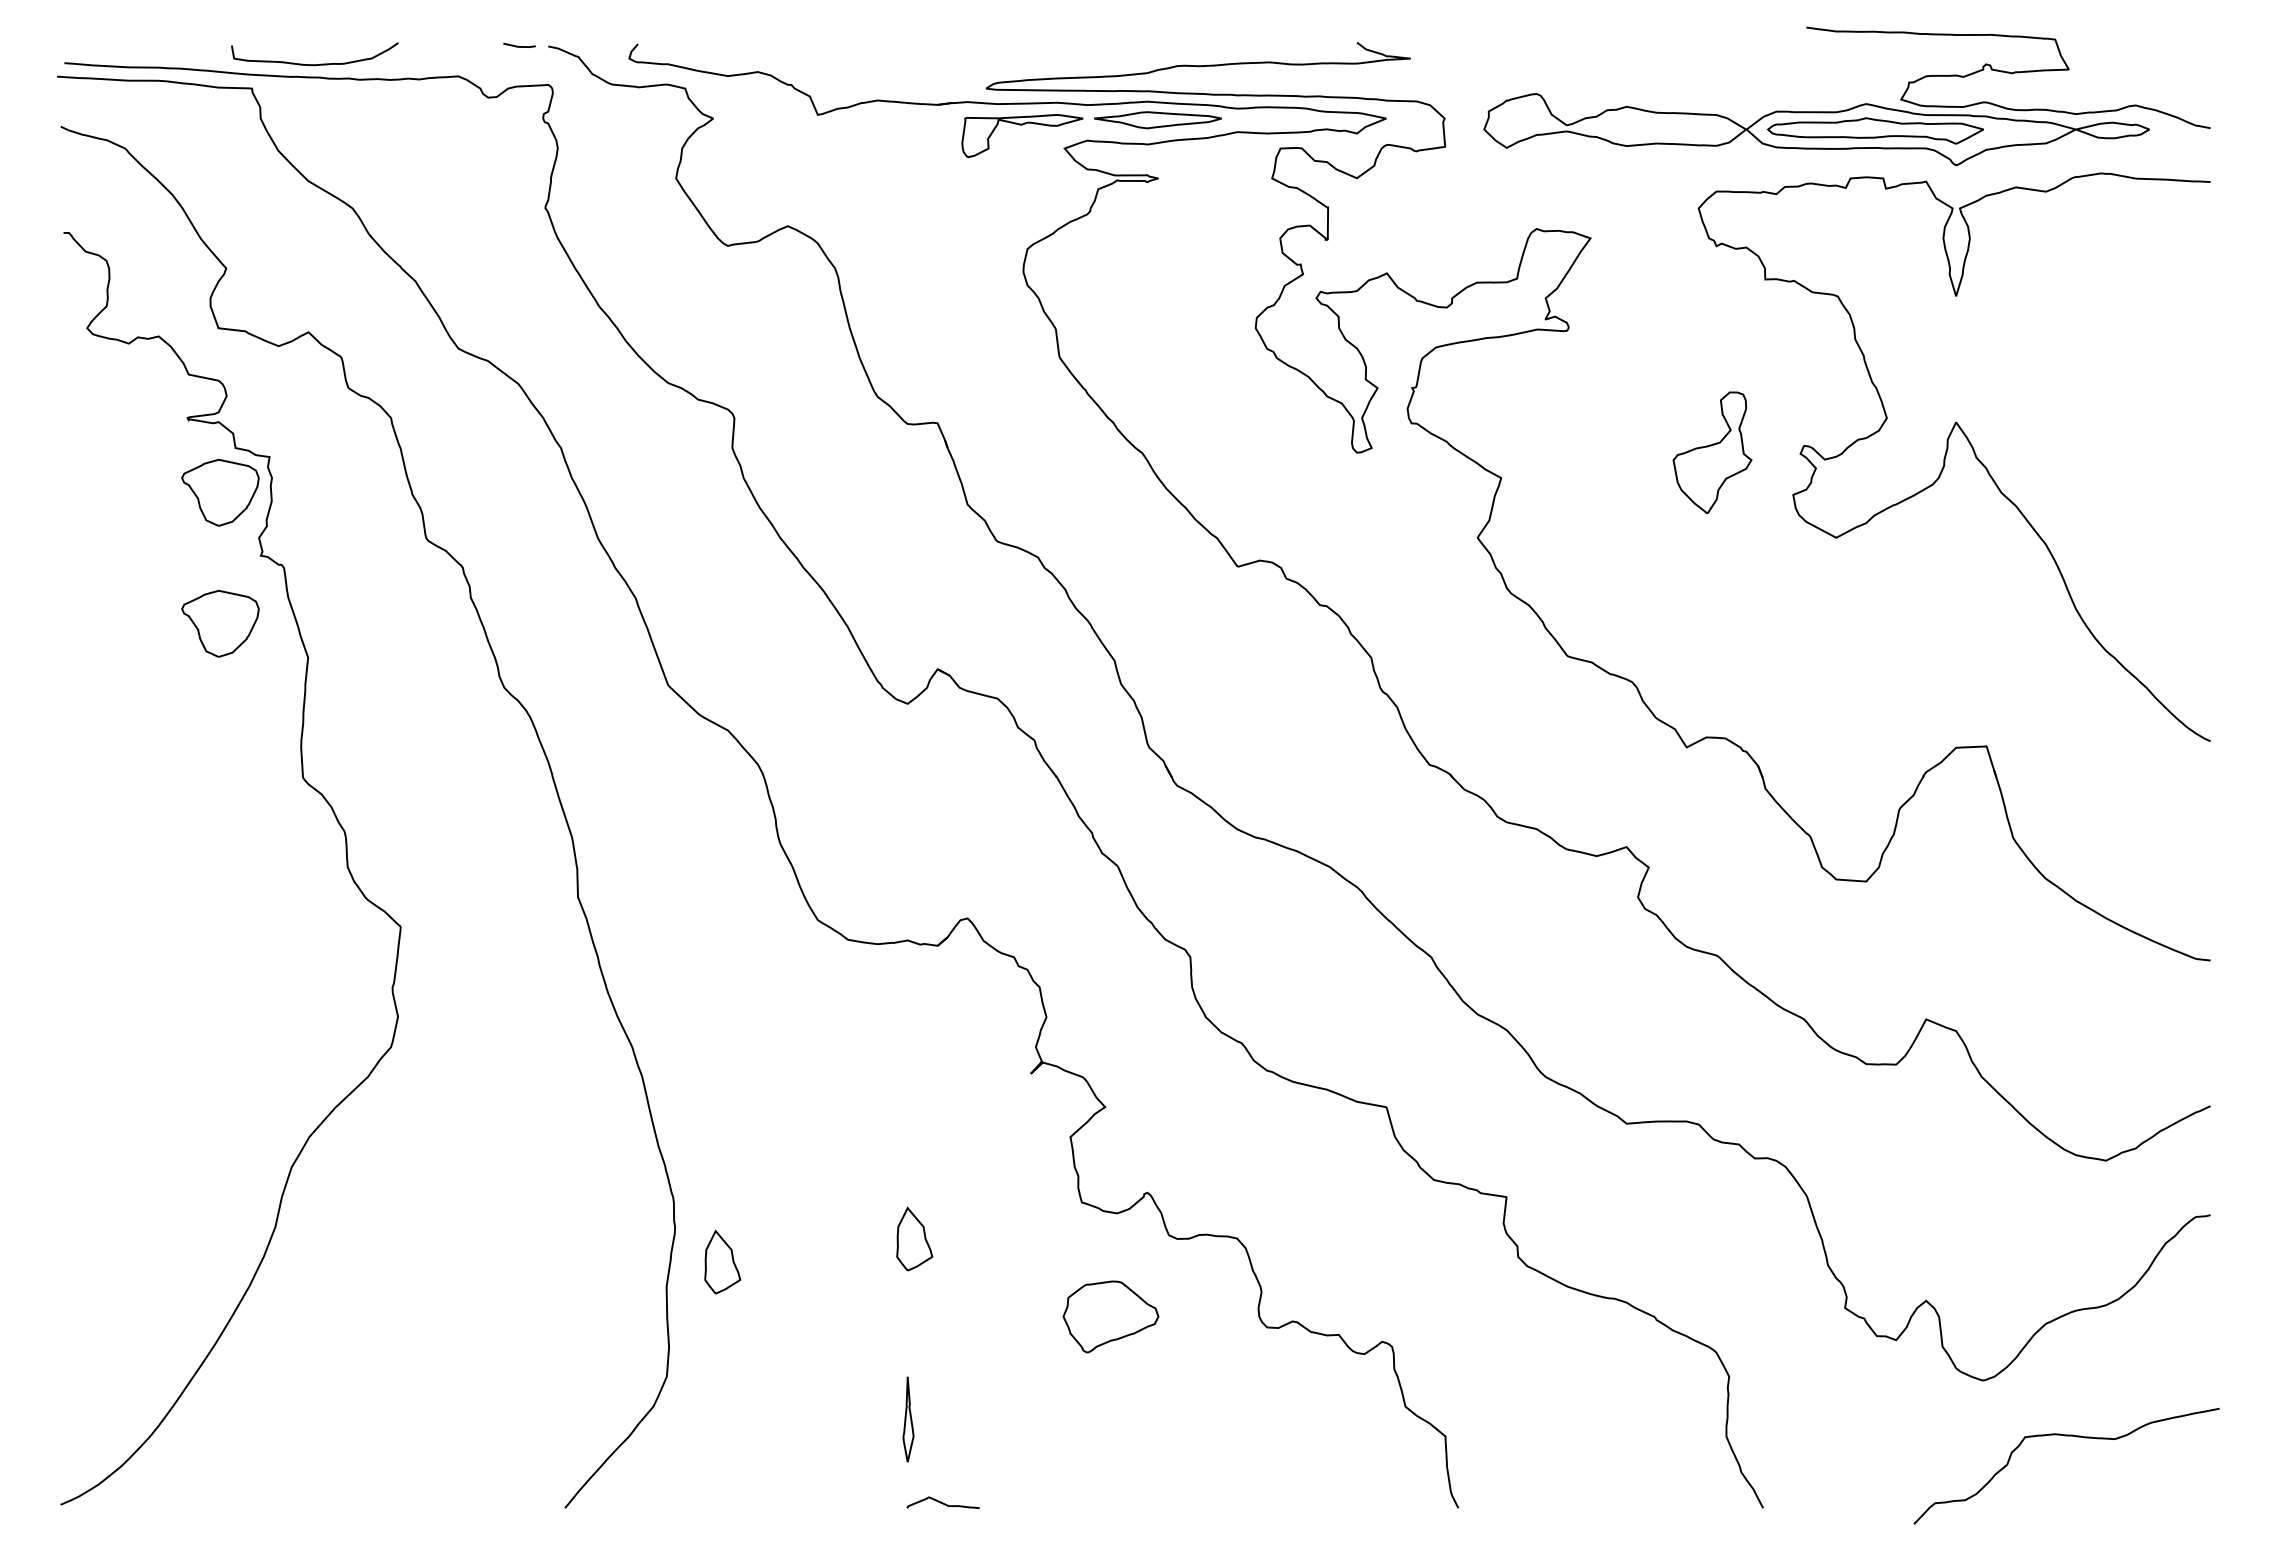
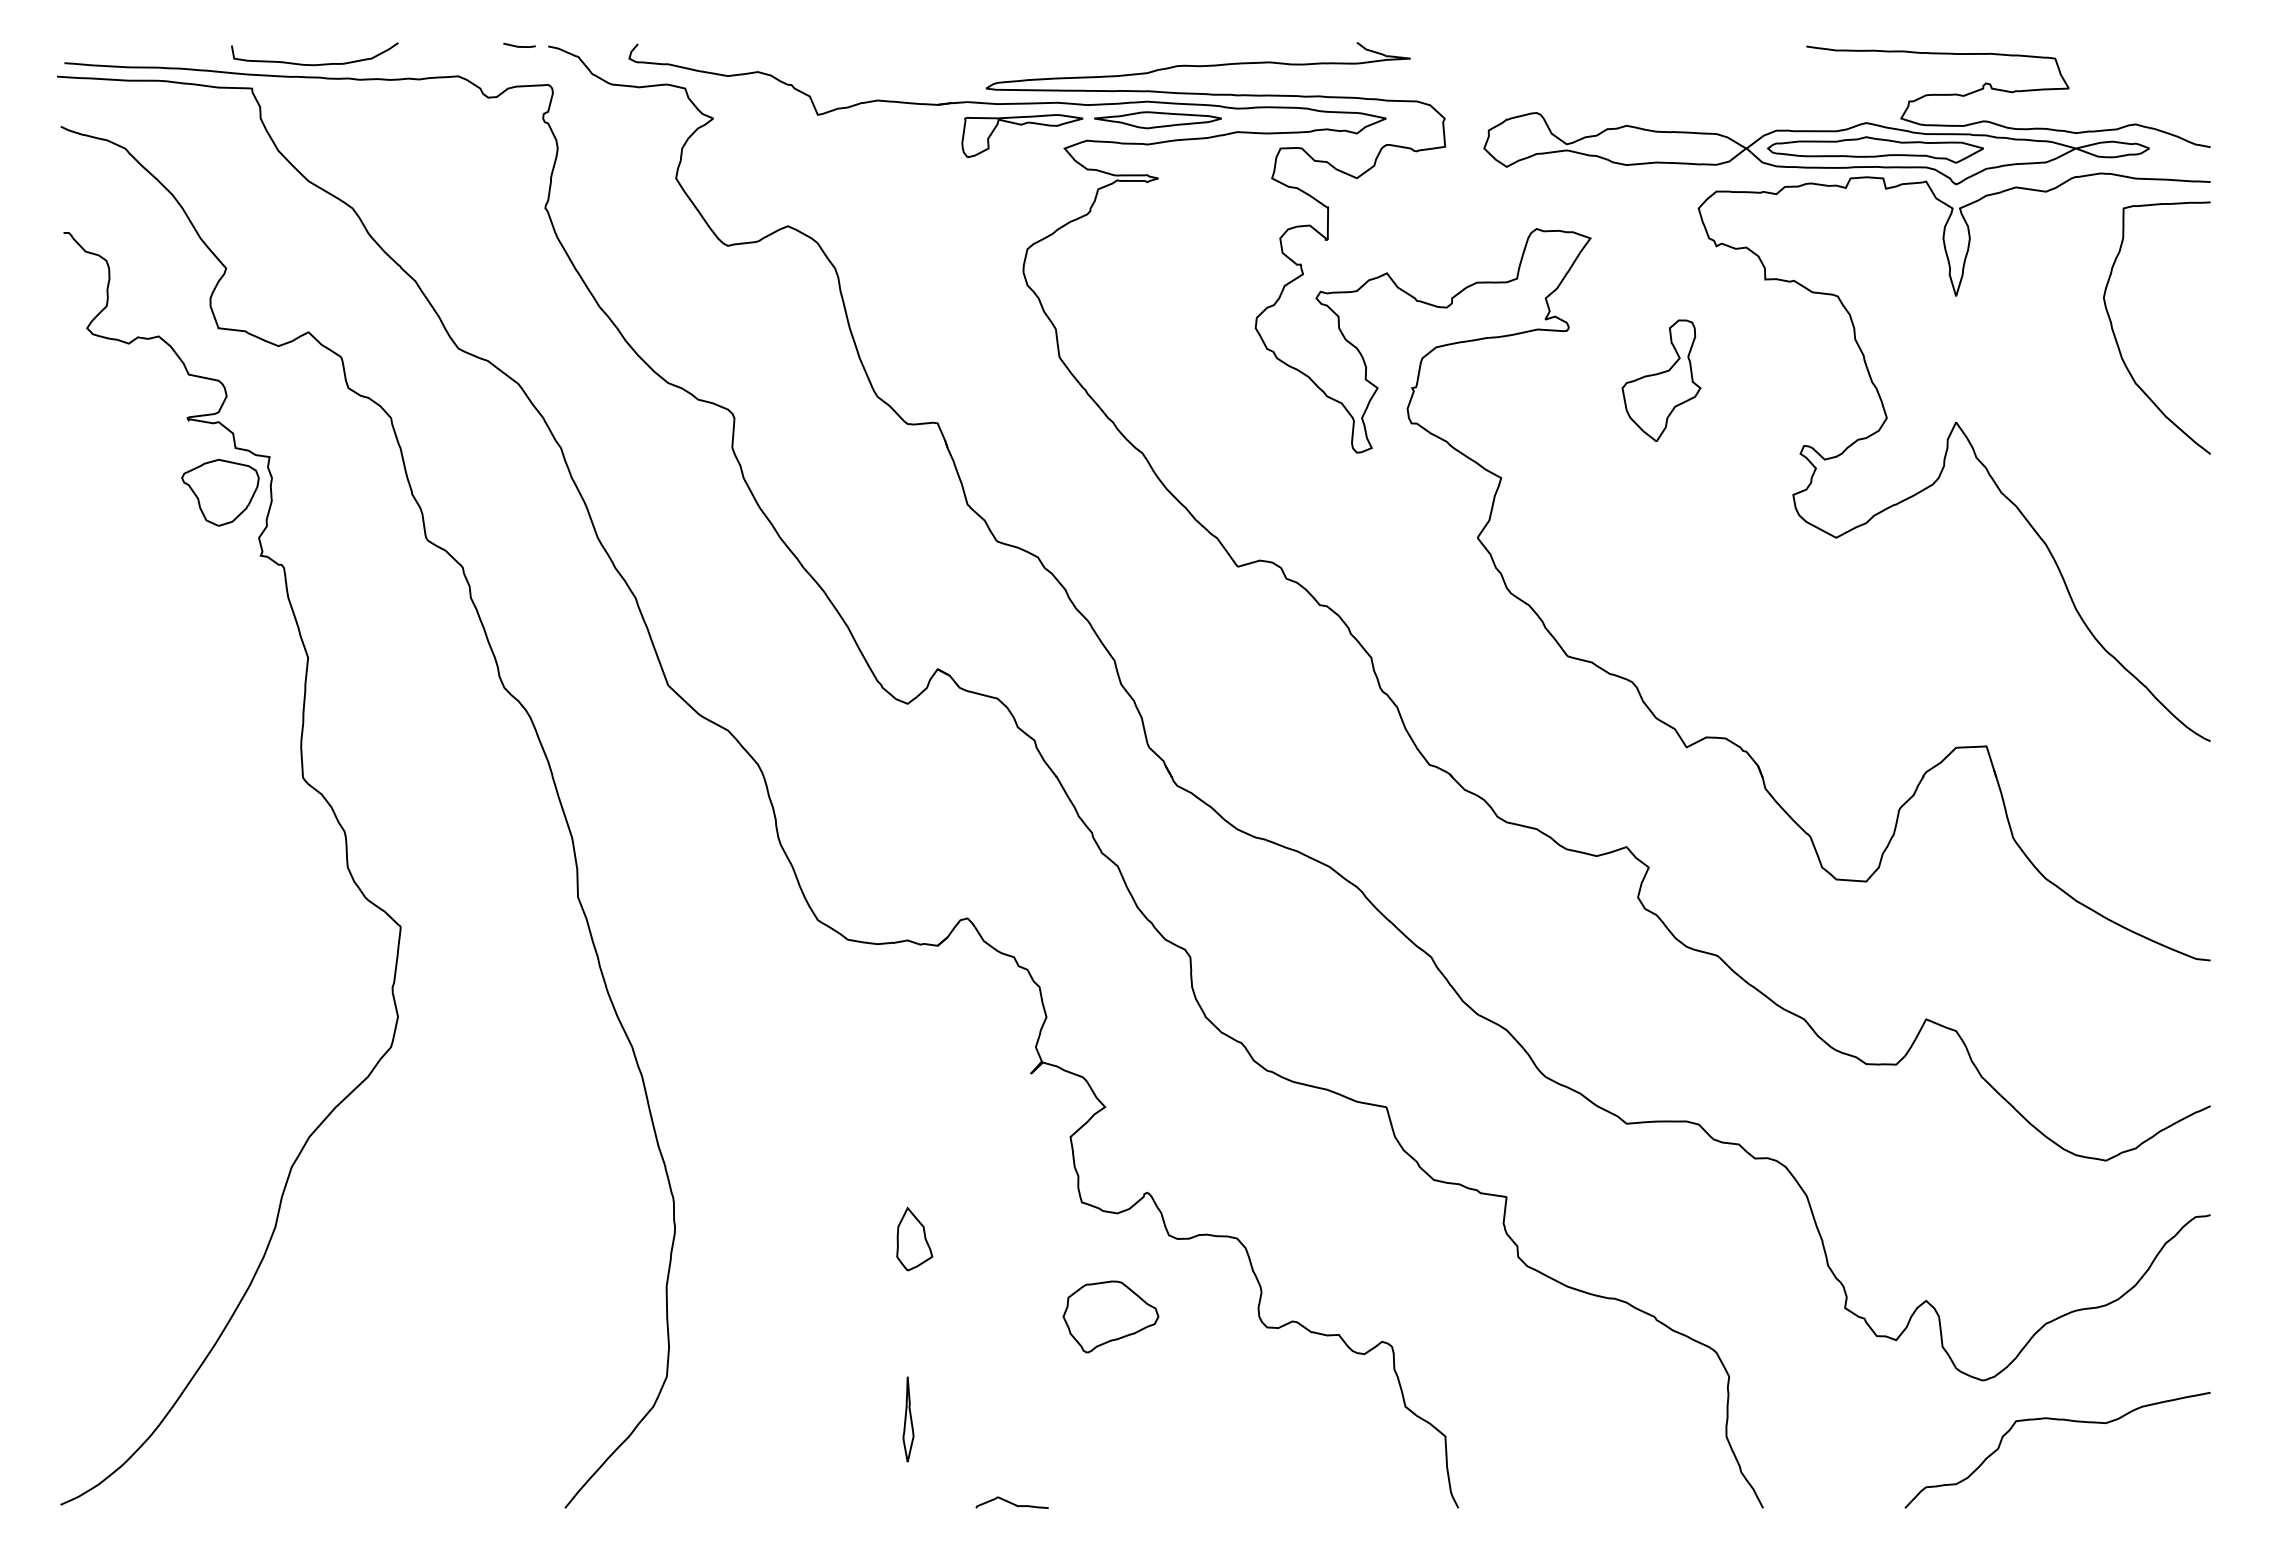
part at (1851, 107) position: (1851, 107) -> (1851, 126)
curve at (2117, 340): none -> present
part at (1712, 452) position: (1712, 452) -> (1661, 380)
part at (220, 623): present -> none
part at (722, 1261): present -> none
curve at (2066, 1436) position: (2066, 1436) -> (2057, 1420)
curve at (942, 1502) position: (942, 1502) -> (1011, 1502)
